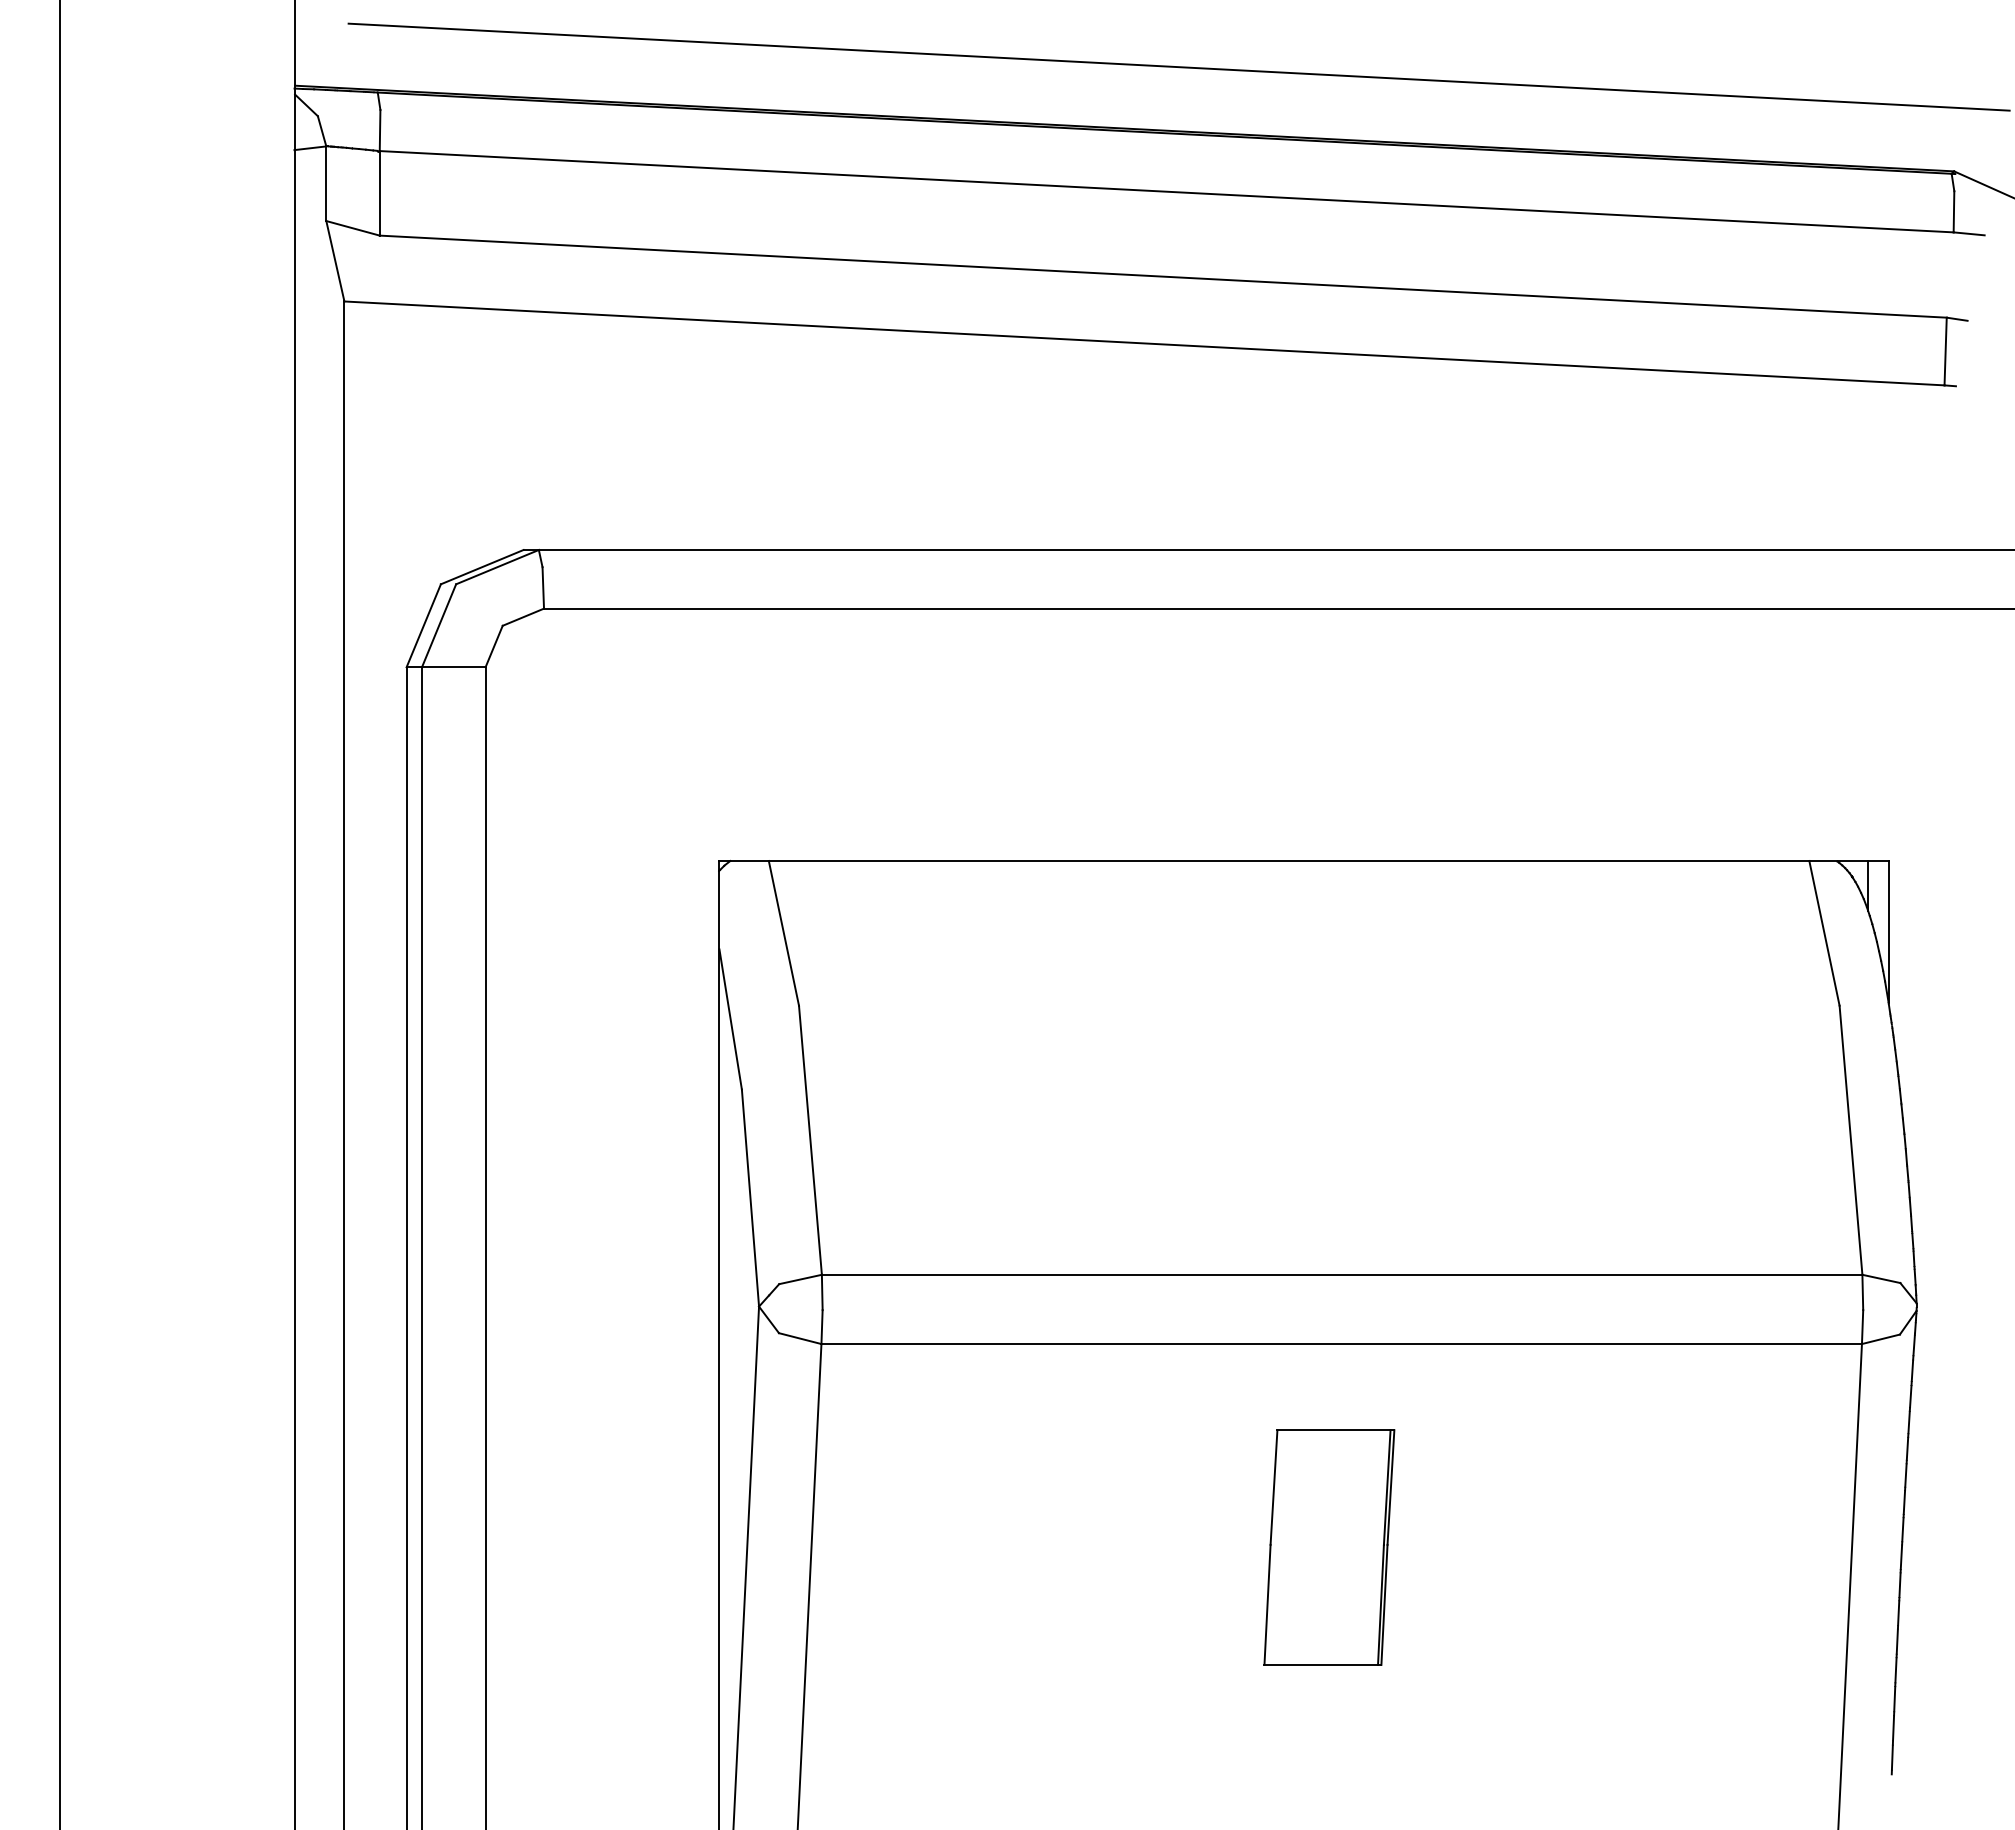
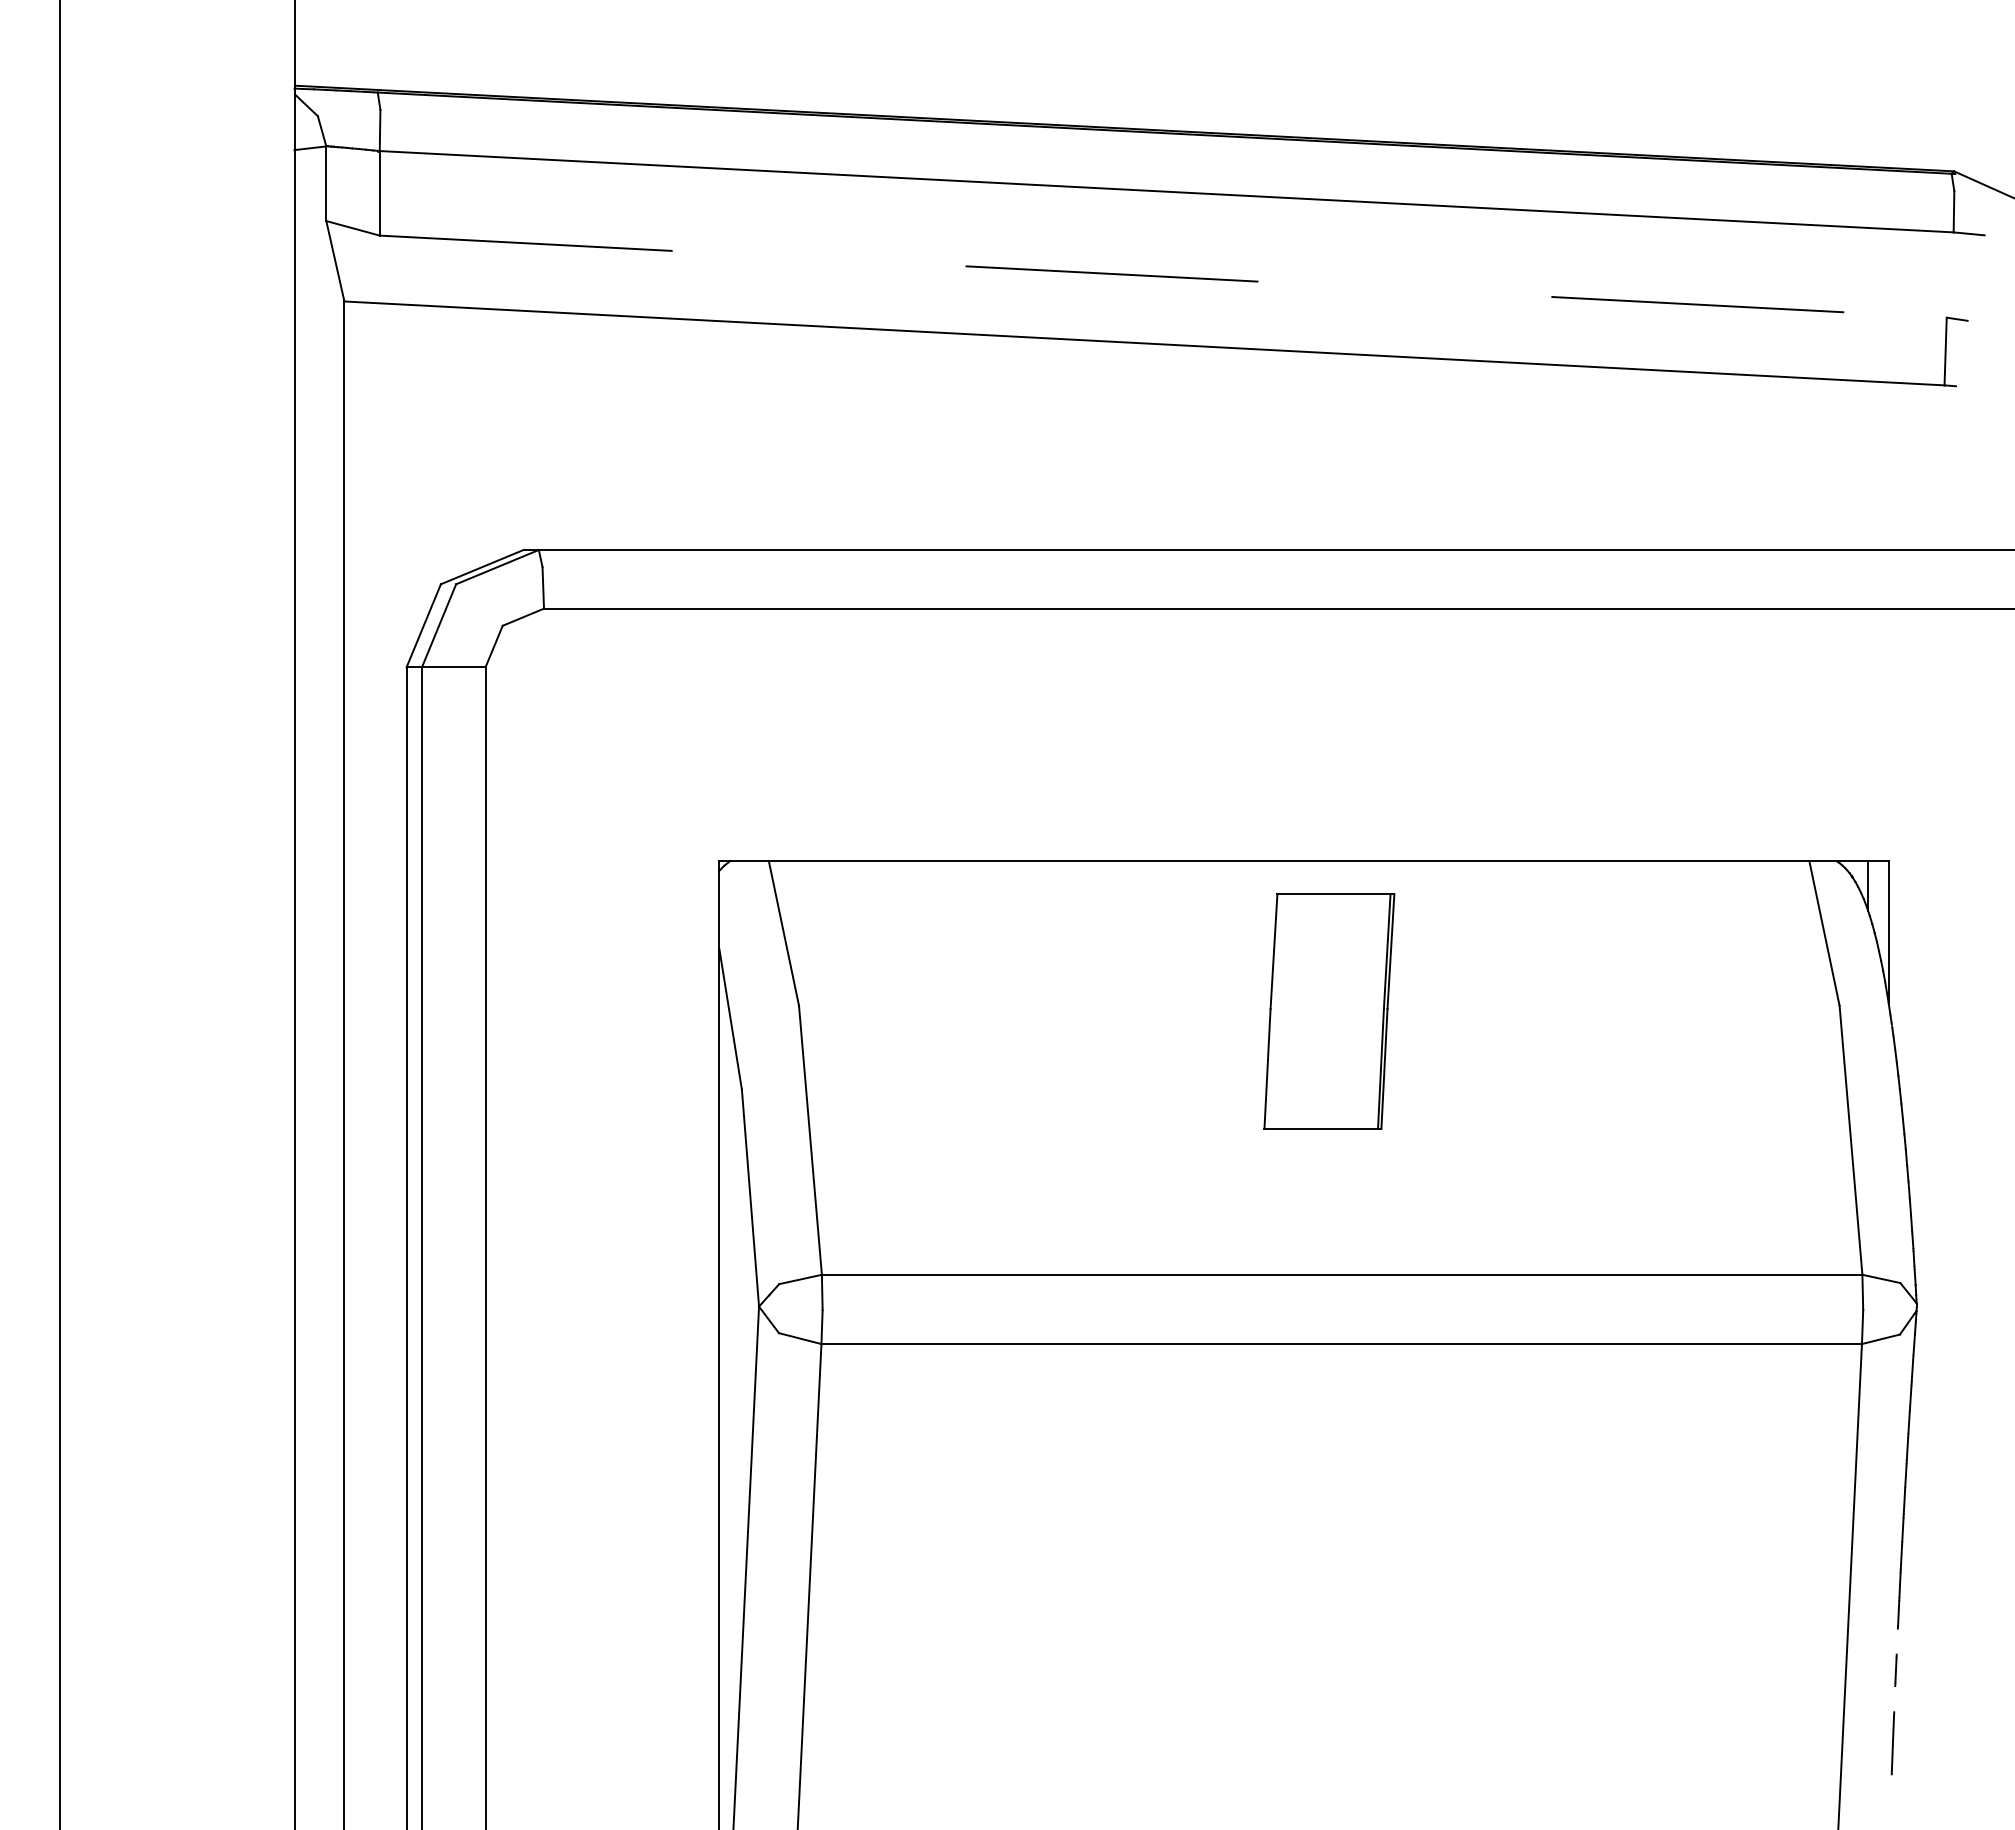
line at (1178, 66): present -> none
line at (1163, 276): solid -> dashed
part at (1329, 1547) position: (1329, 1547) -> (1329, 1011)
line at (1896, 1641): present -> none
line at (1894, 1699): present -> none
